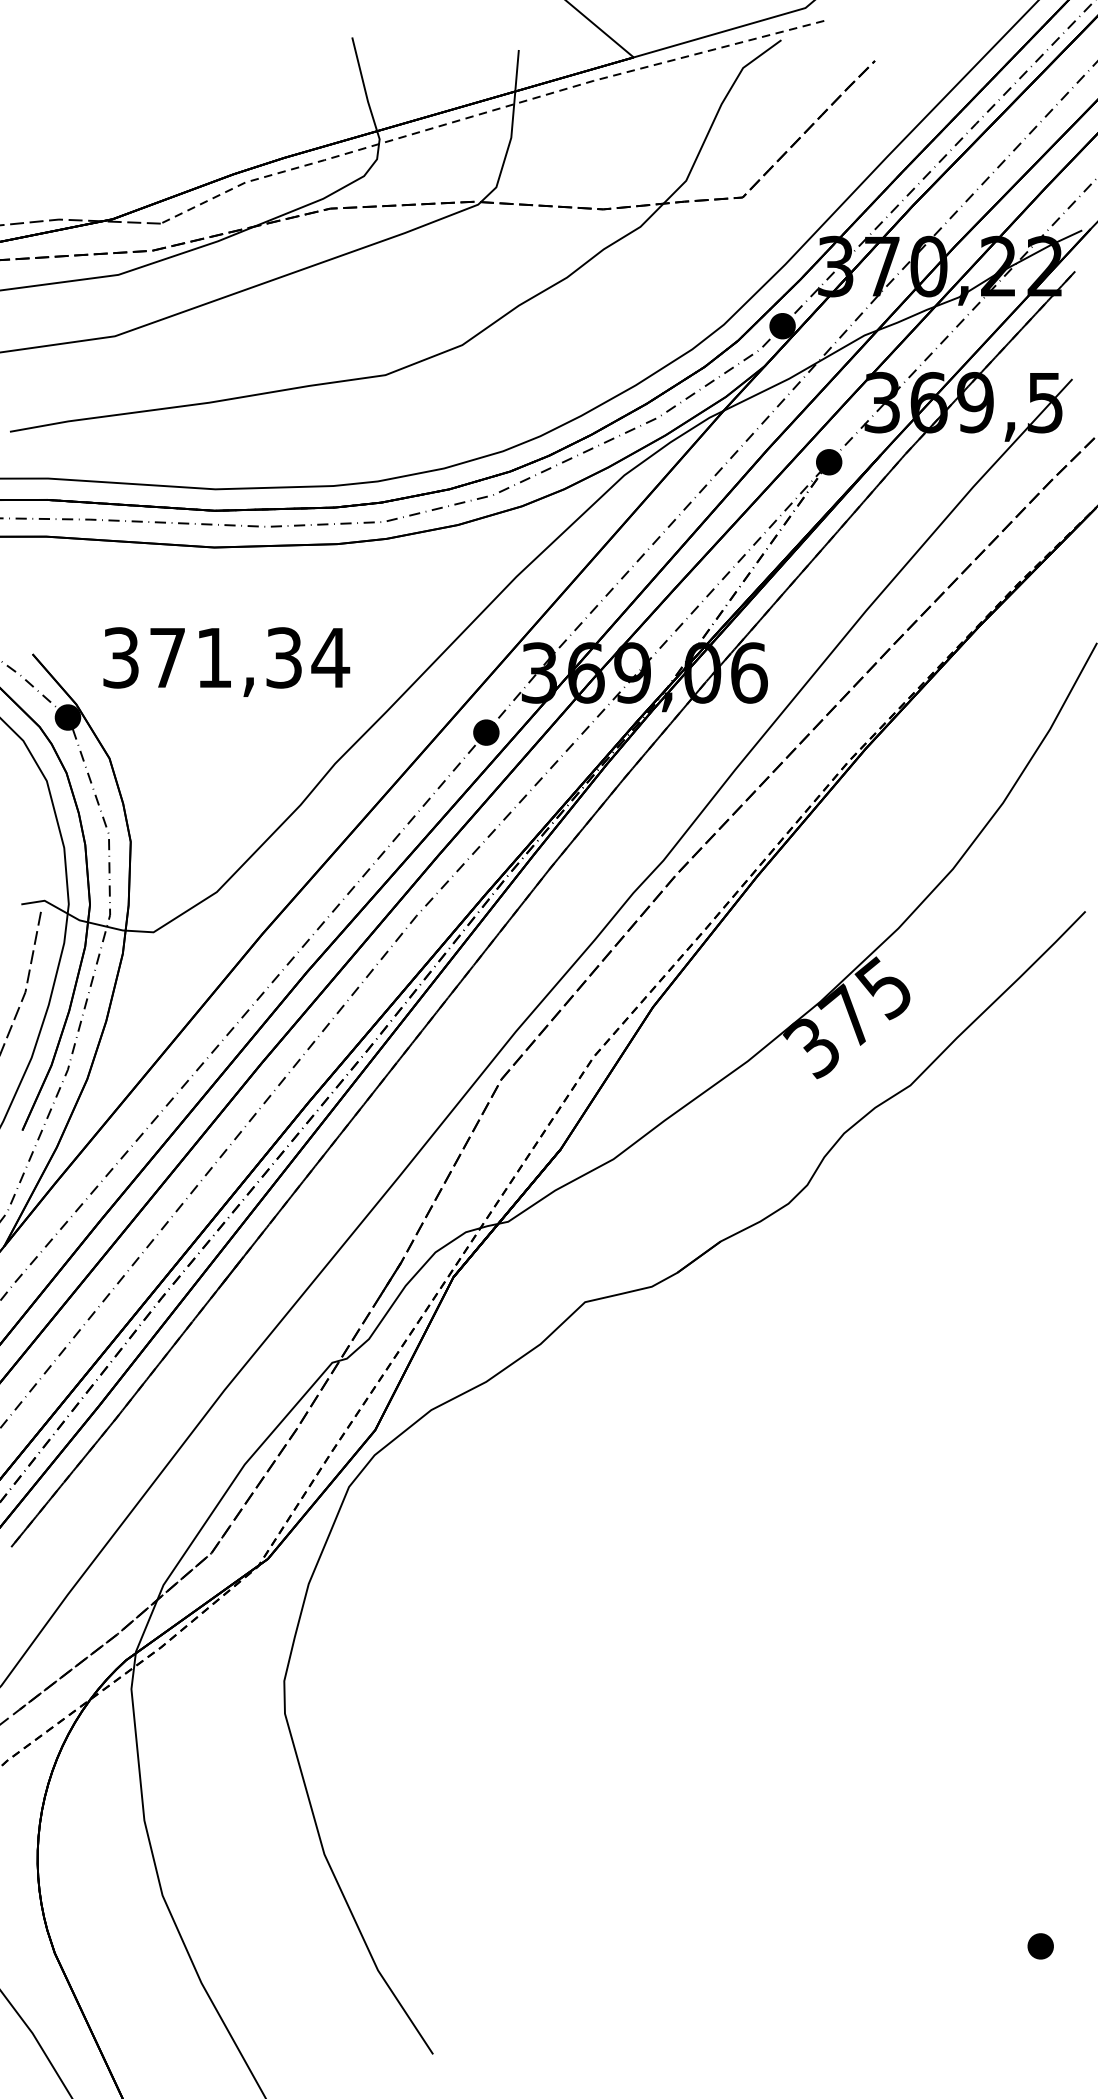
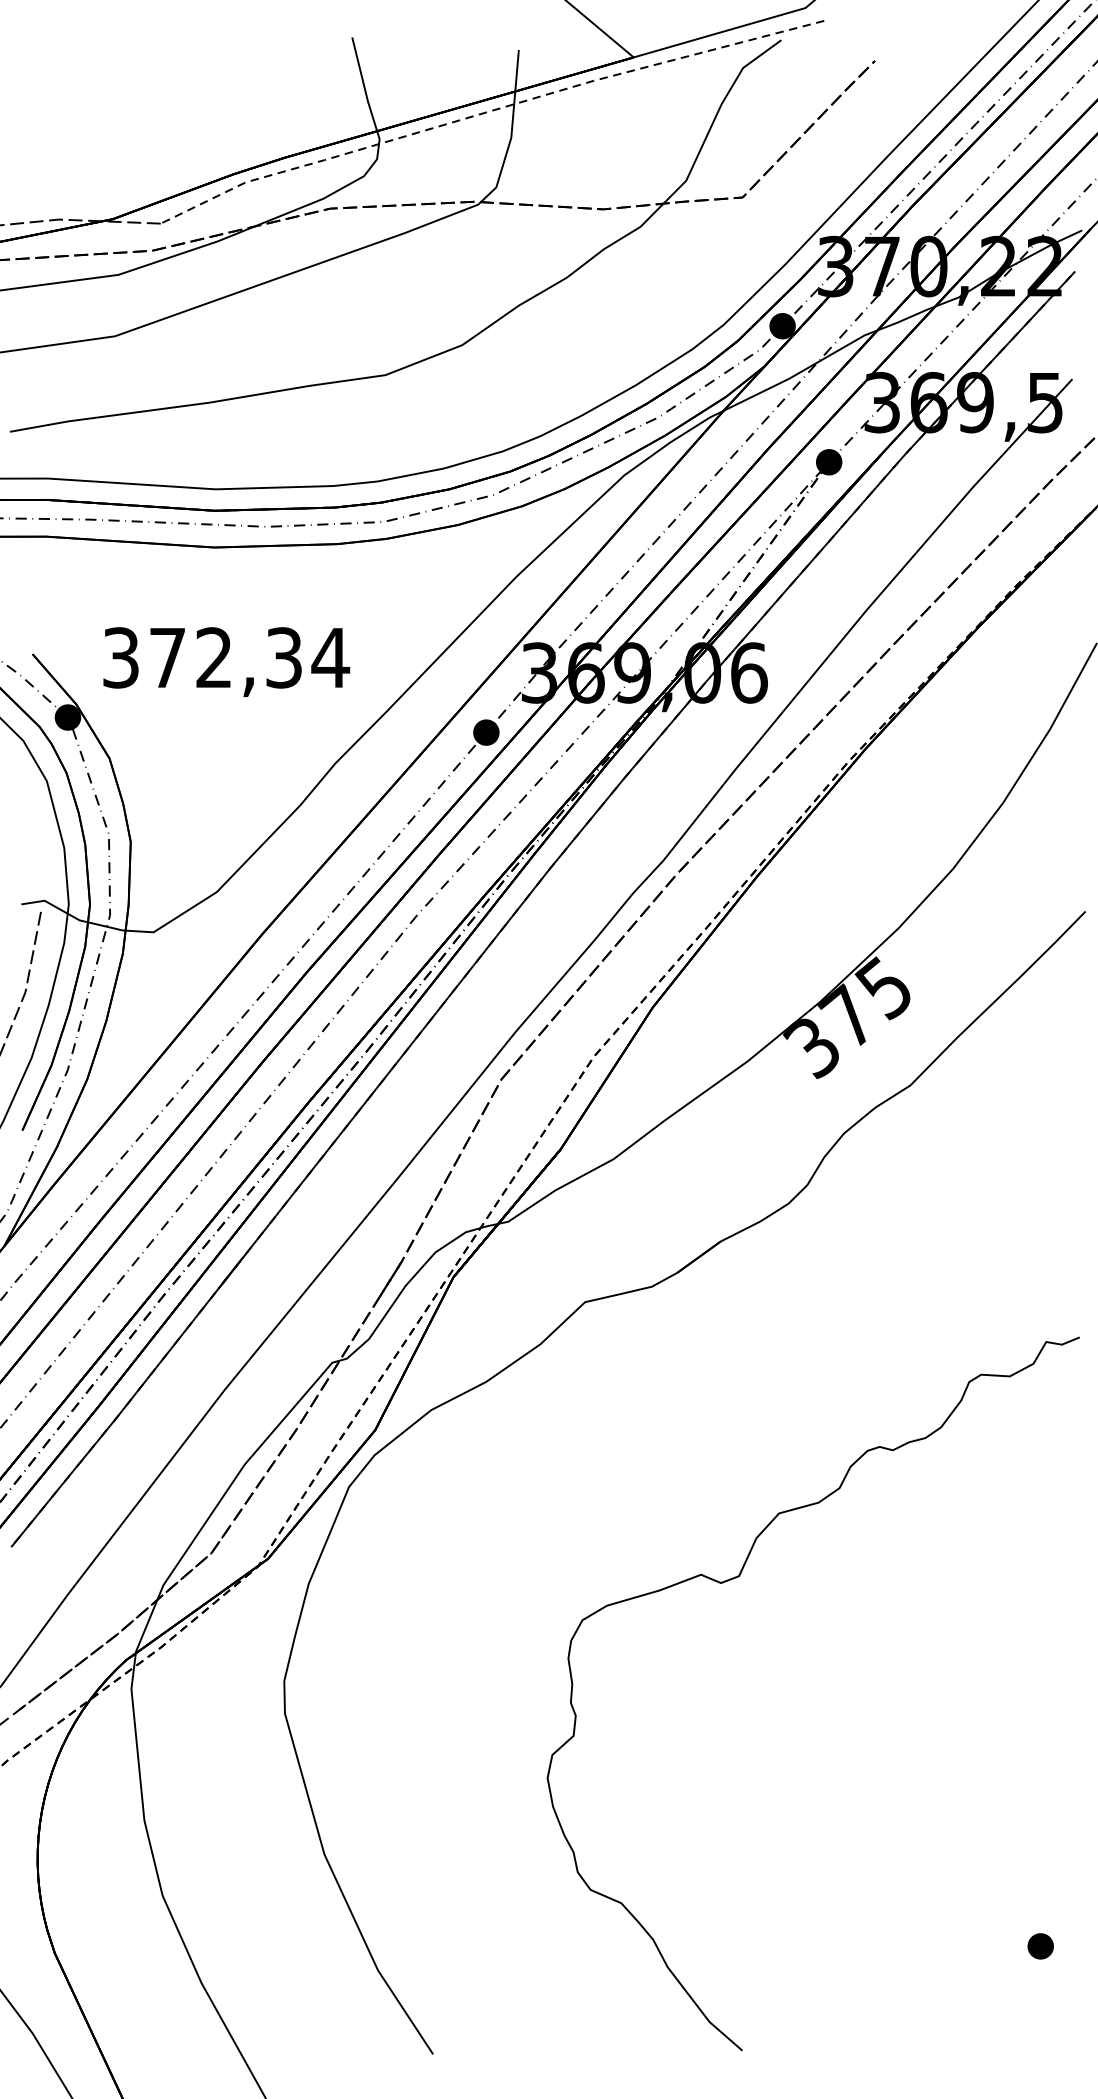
text at (213, 657): 371,34 -> 372,34
curve at (738, 1577): none -> present
